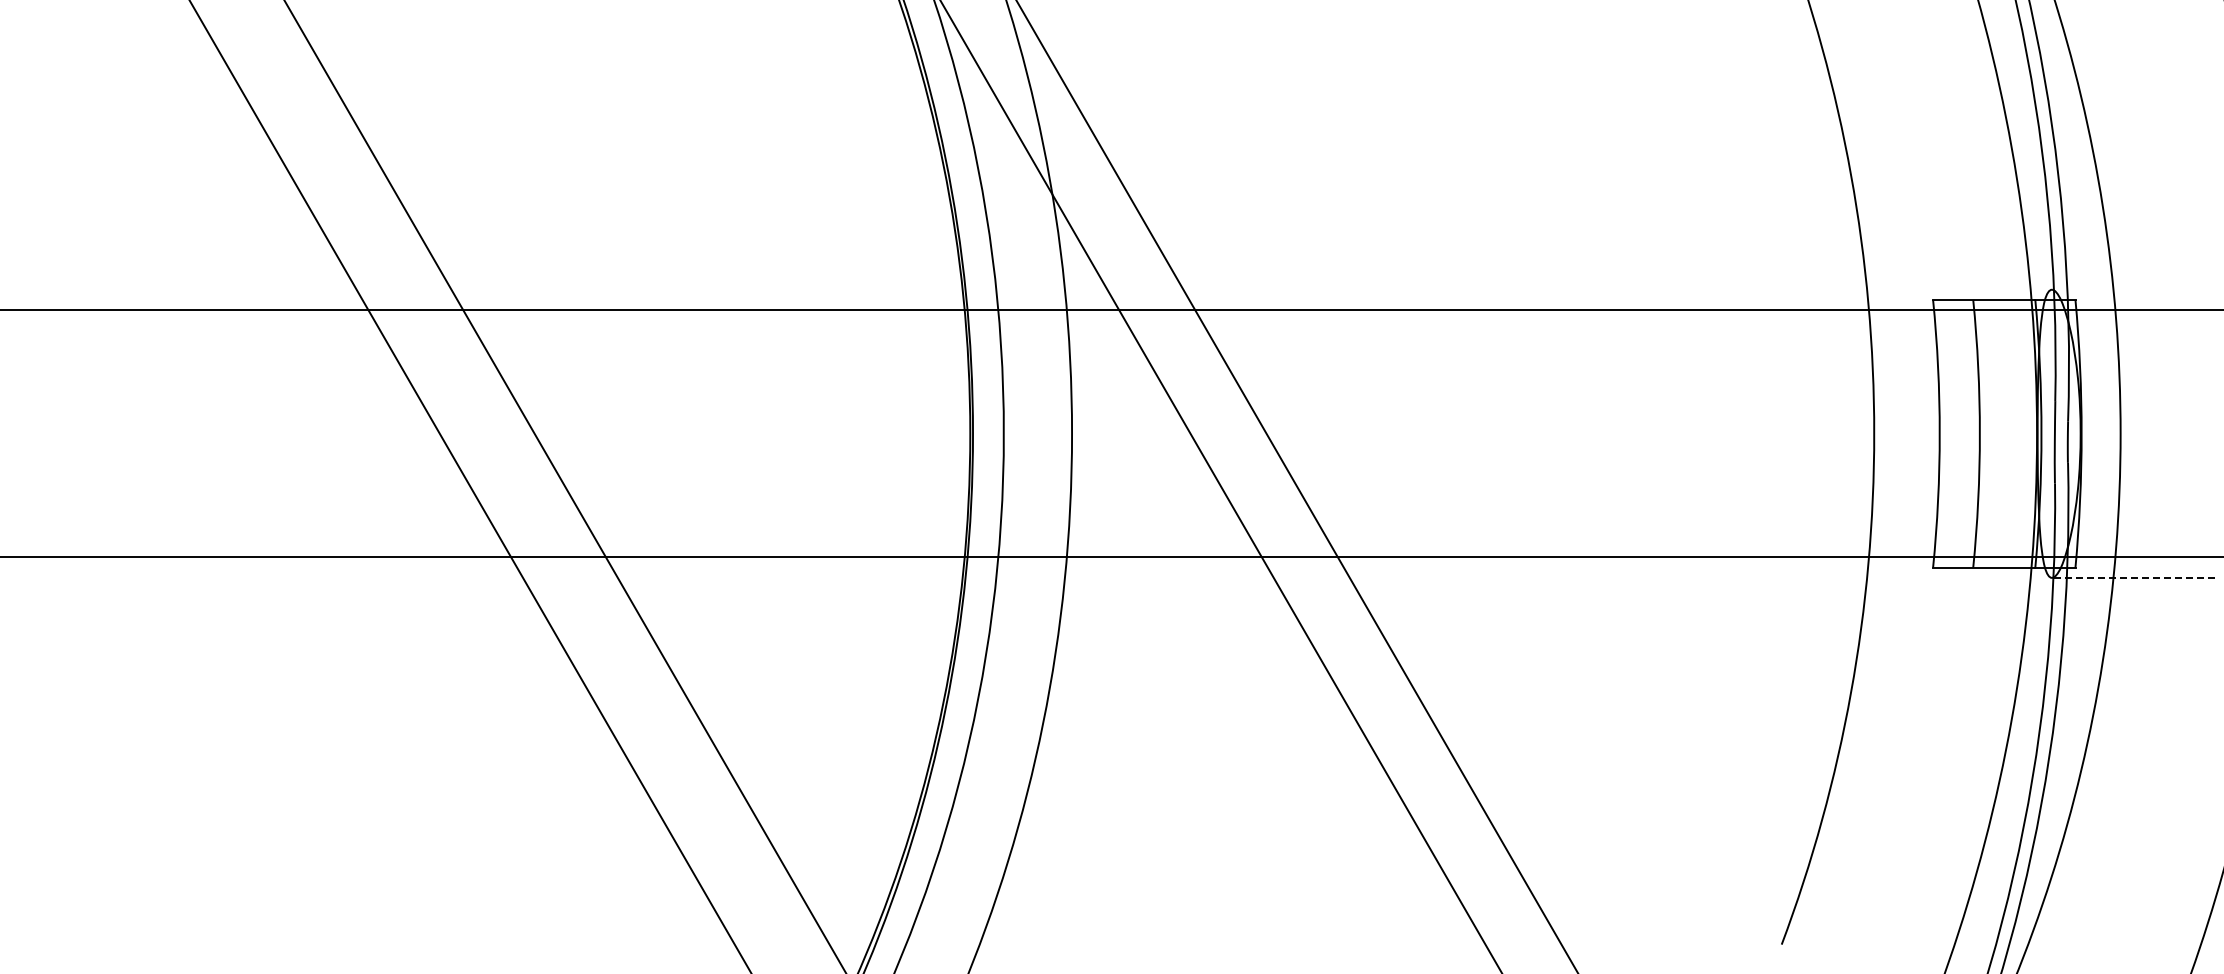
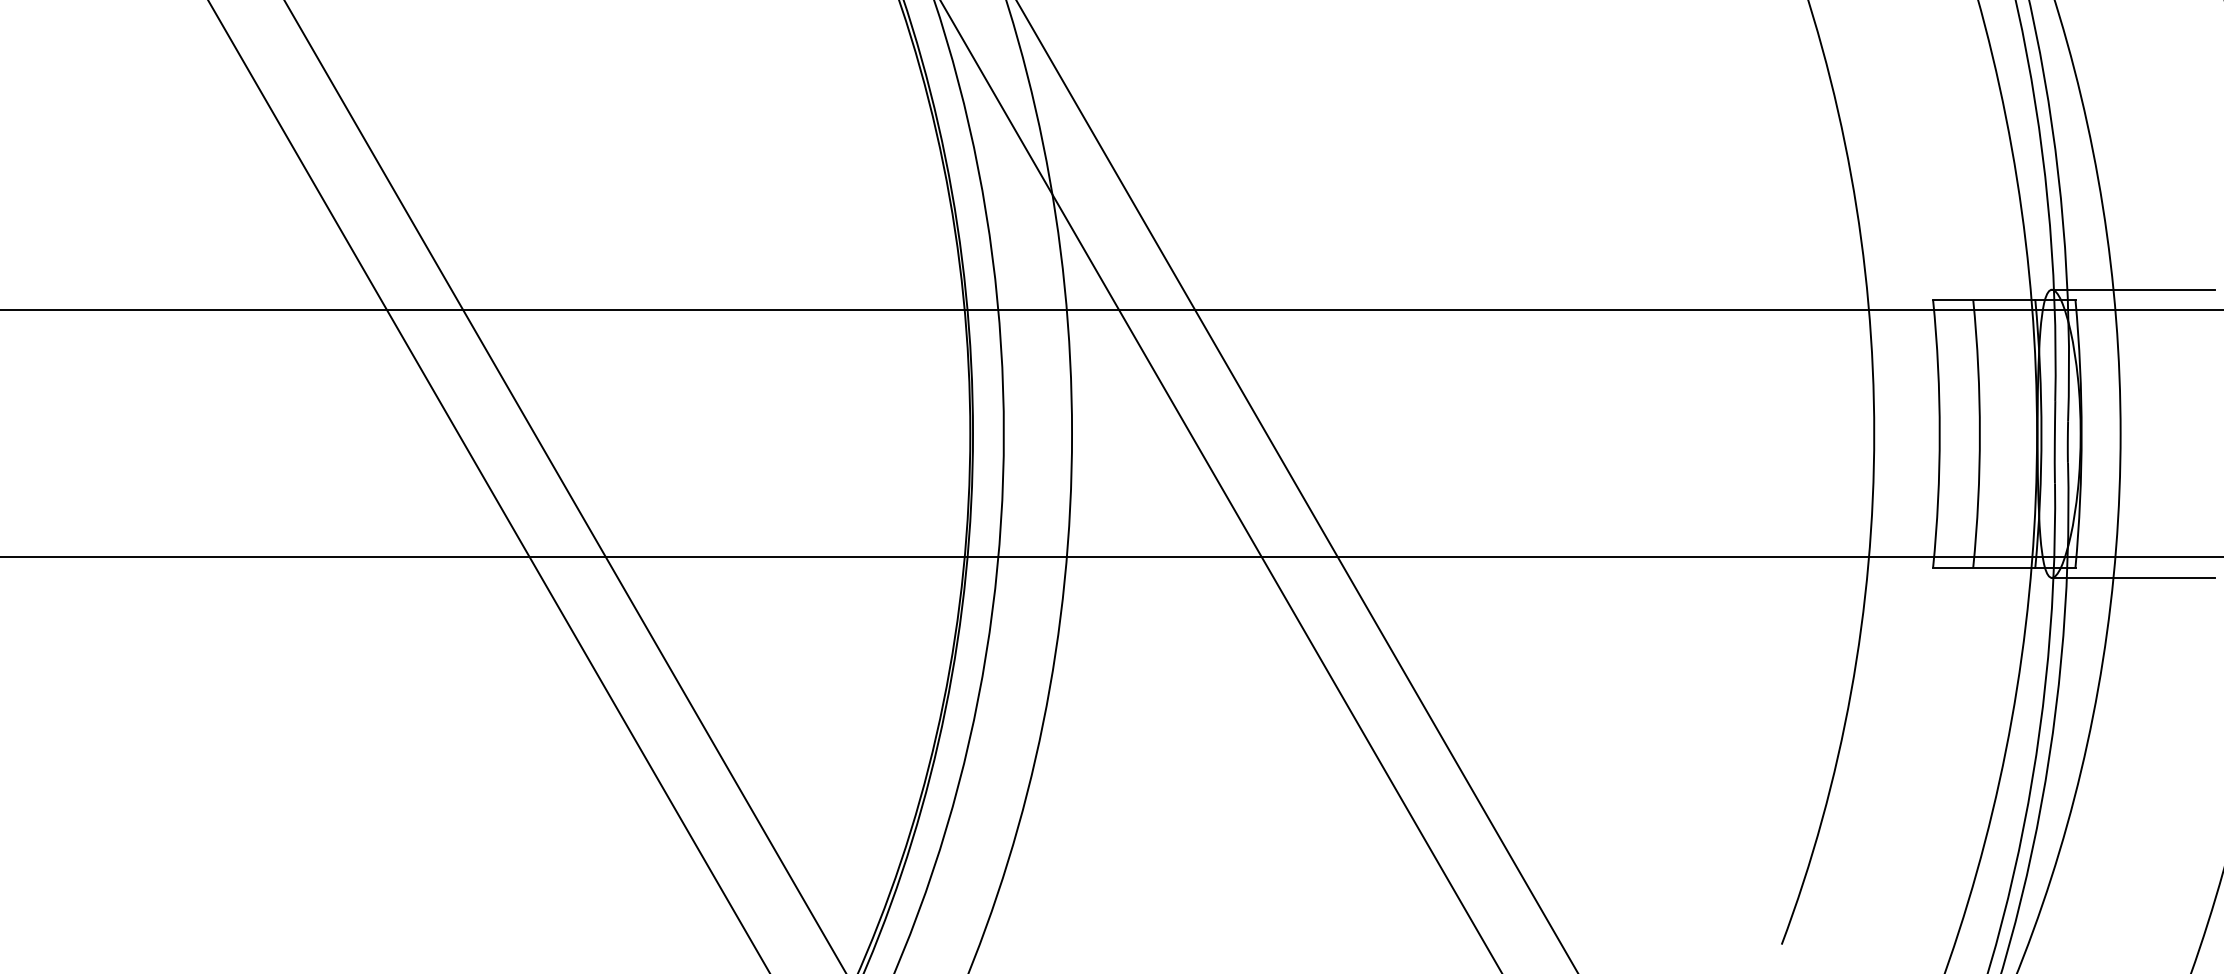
line at (2133, 289): none -> present
line at (469, 486) position: (469, 486) -> (488, 486)
line at (2133, 577): dashed -> solid
